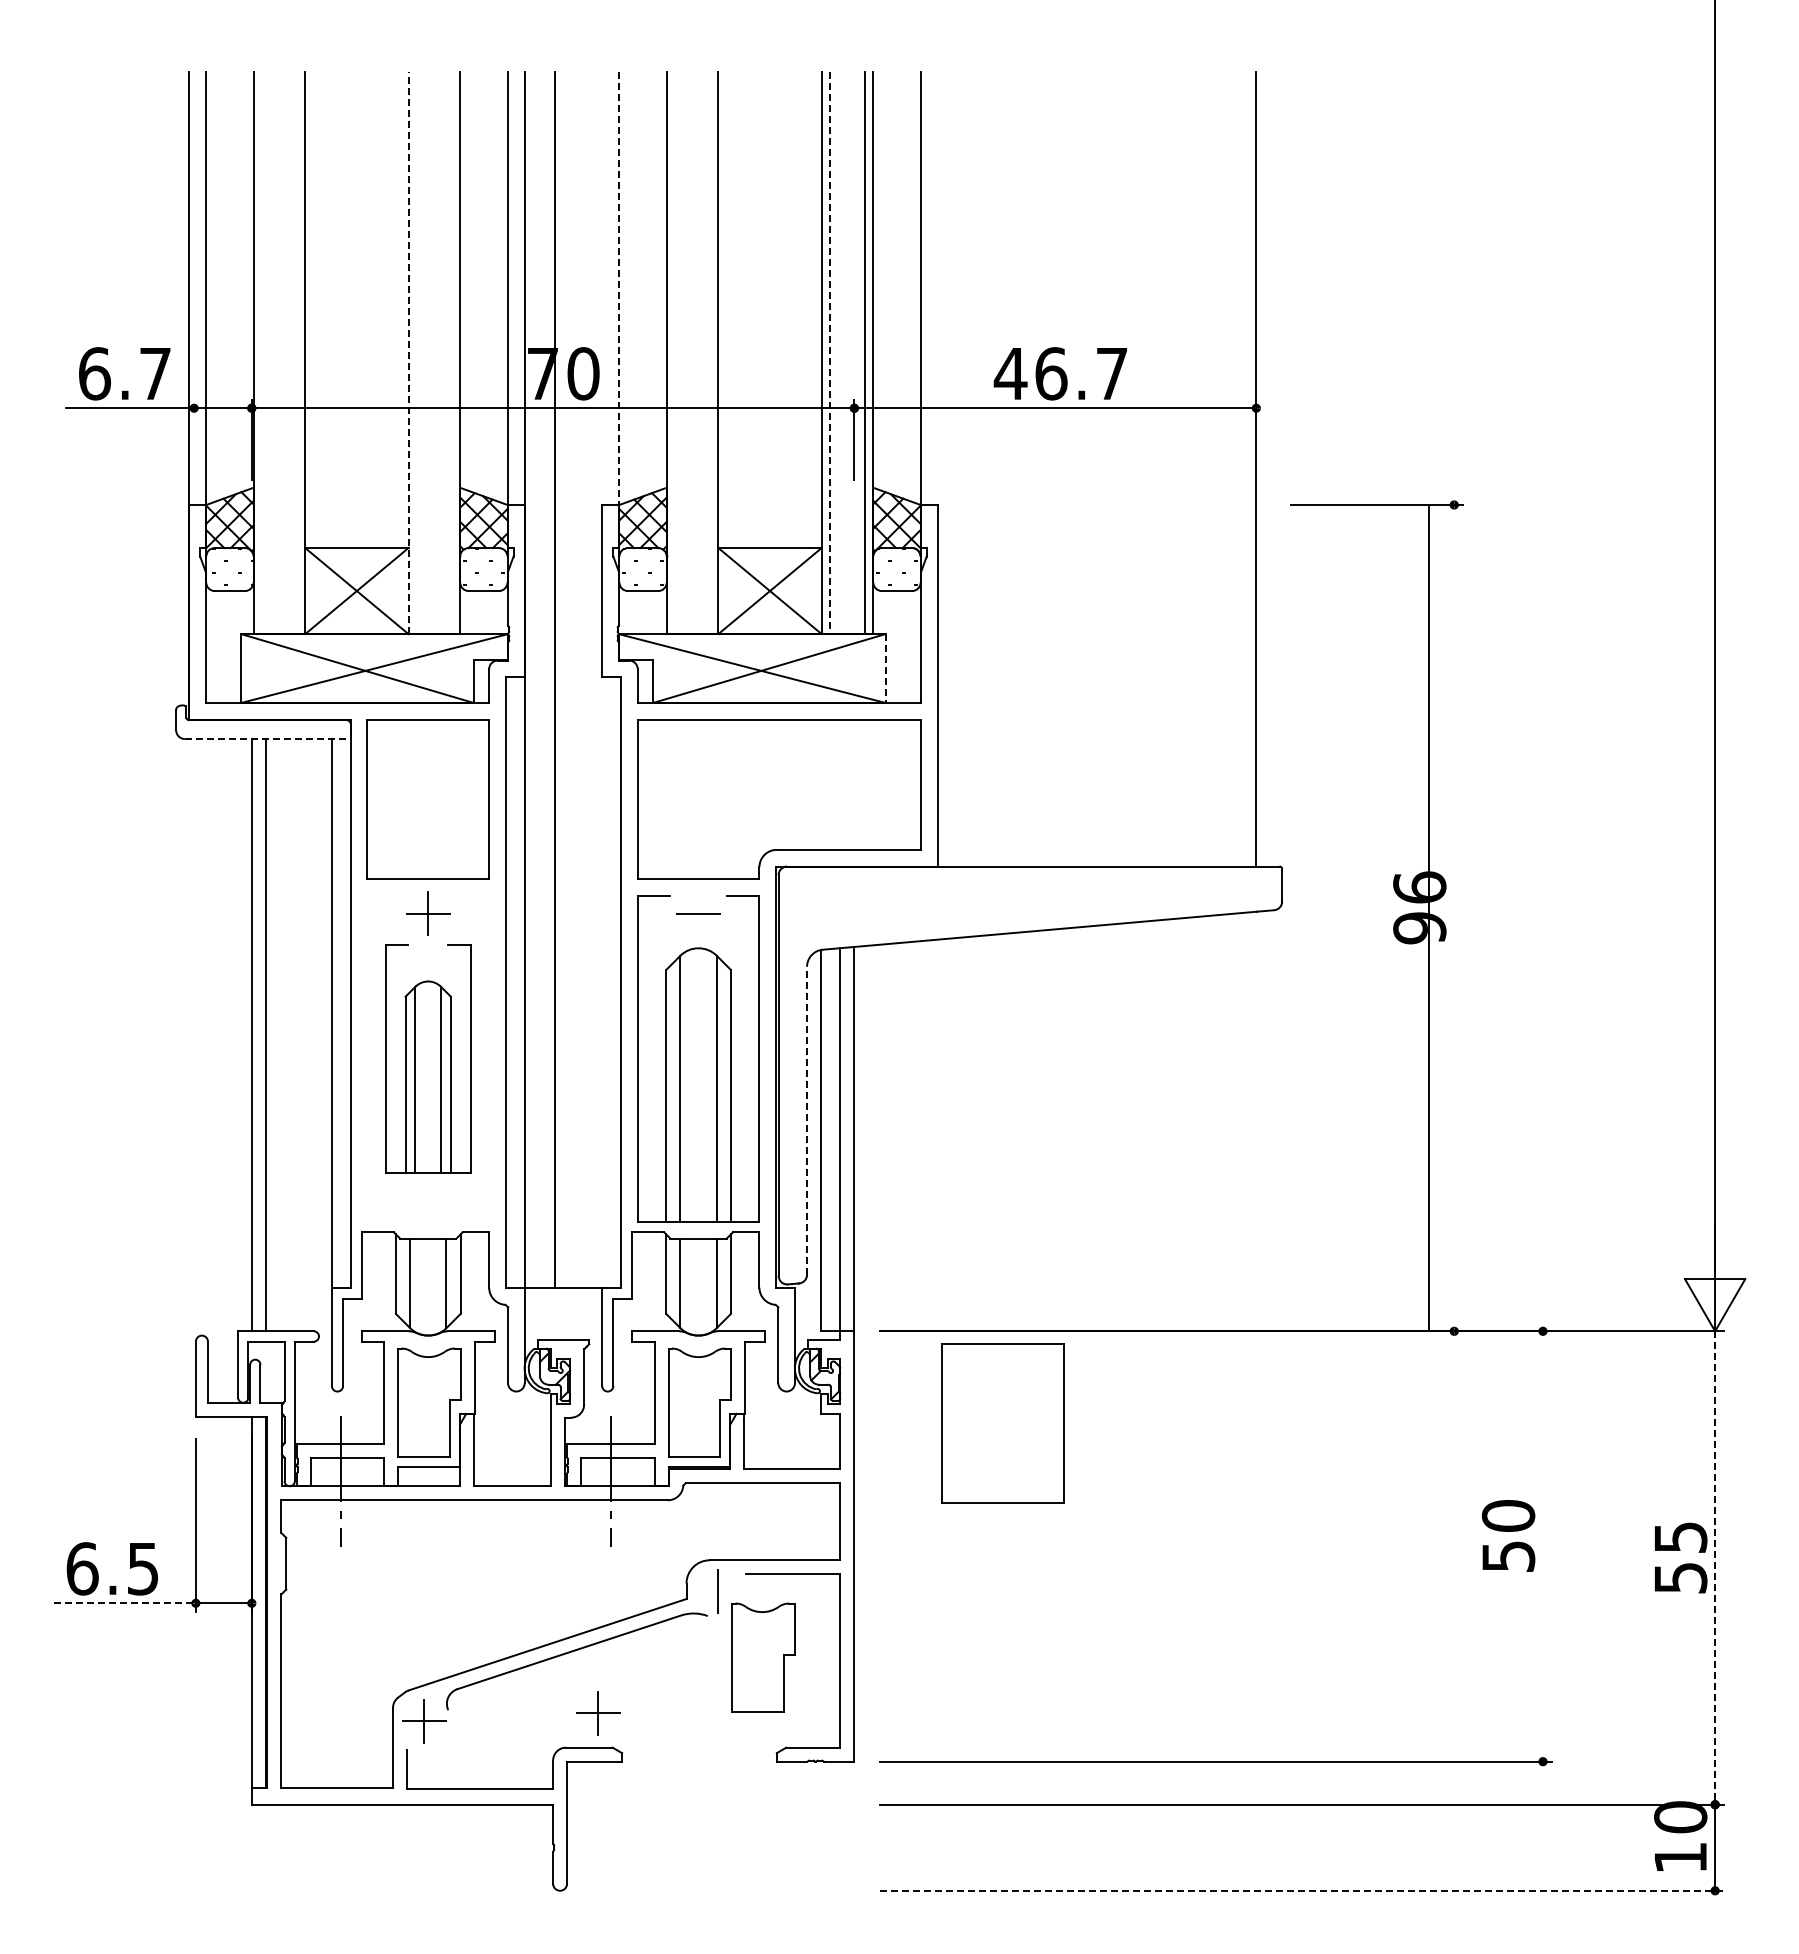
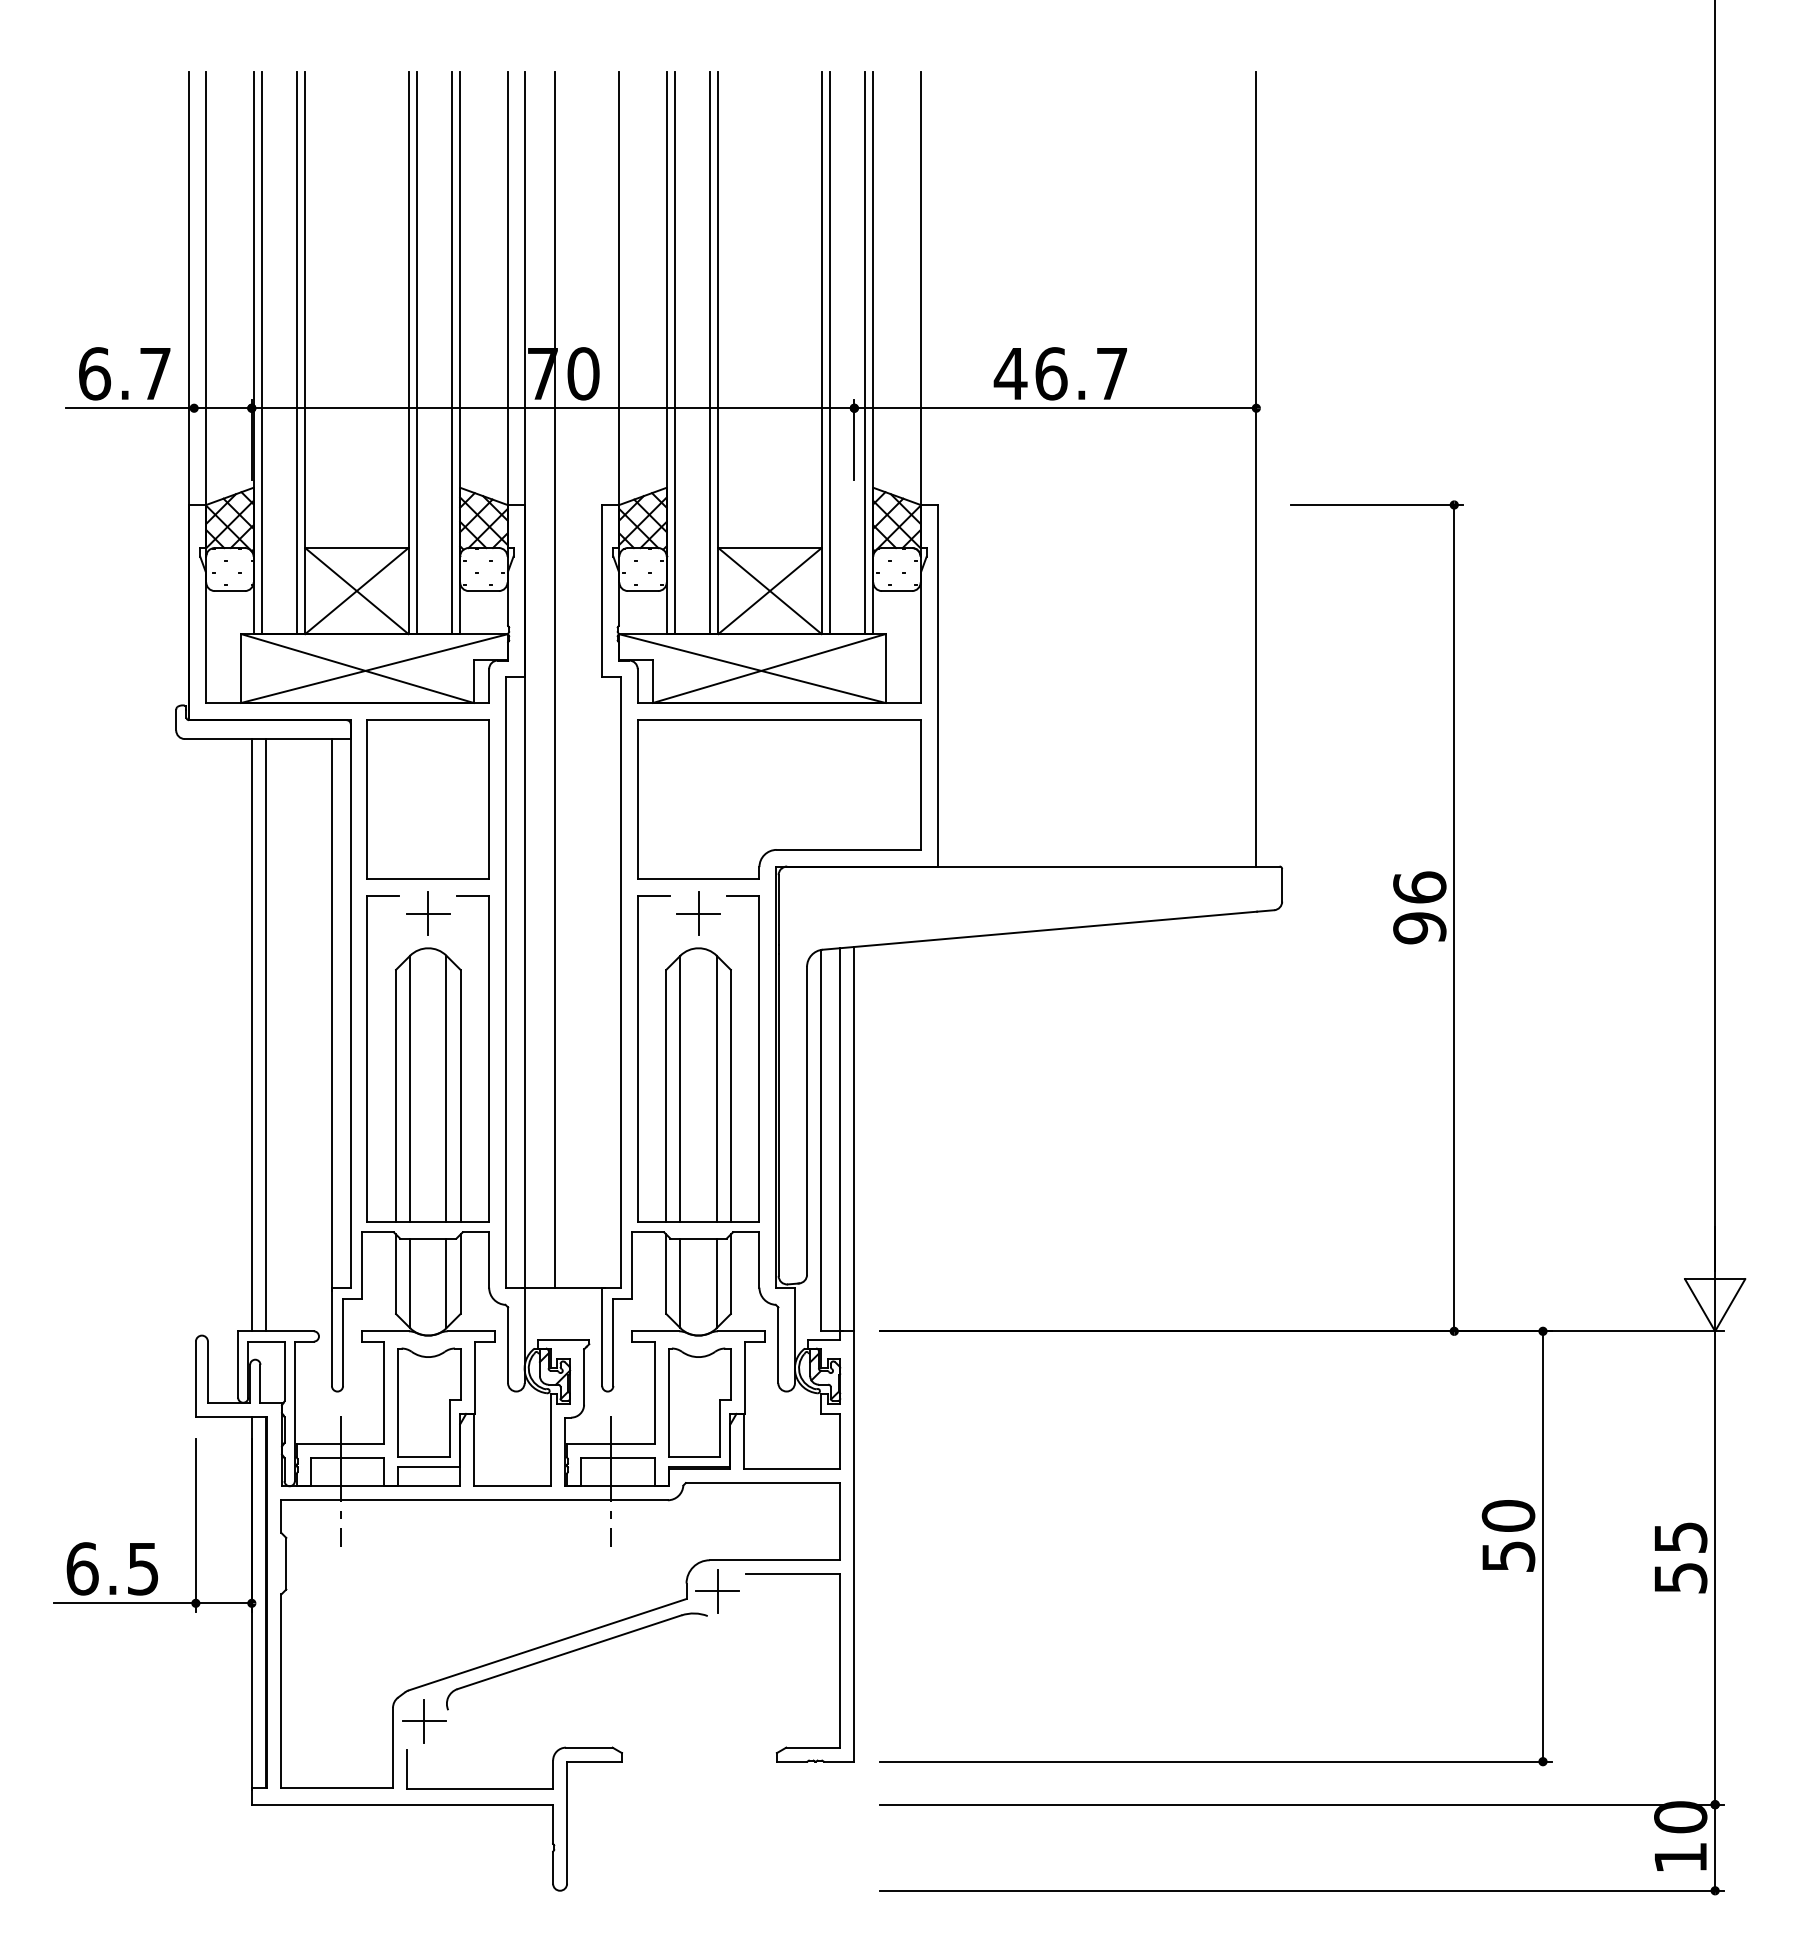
line at (619, 290): dashed -> solid
line at (262, 352): none -> present
line at (296, 352): none -> present
line at (408, 352): dashed -> solid
line at (417, 352): none -> present
line at (451, 352): none -> present
line at (675, 352): none -> present
line at (709, 352): none -> present
line at (830, 353): dashed -> solid
line at (885, 669): dashed -> solid
line at (268, 739): dashed -> solid
line at (698, 913): none -> present
line at (1429, 918) position: (1429, 918) -> (1454, 918)
part at (428, 1058) size: 87x230 px -> 124x328 px
line at (807, 1120): dashed -> solid
part at (1002, 1423): present -> none
line at (1542, 1546): none -> present
line at (1715, 1568): dashed -> solid
line at (717, 1591): none -> present
line at (125, 1603): dashed -> solid
part at (763, 1657): present -> none
part at (598, 1713): present -> none
line at (1301, 1890): dashed -> solid
